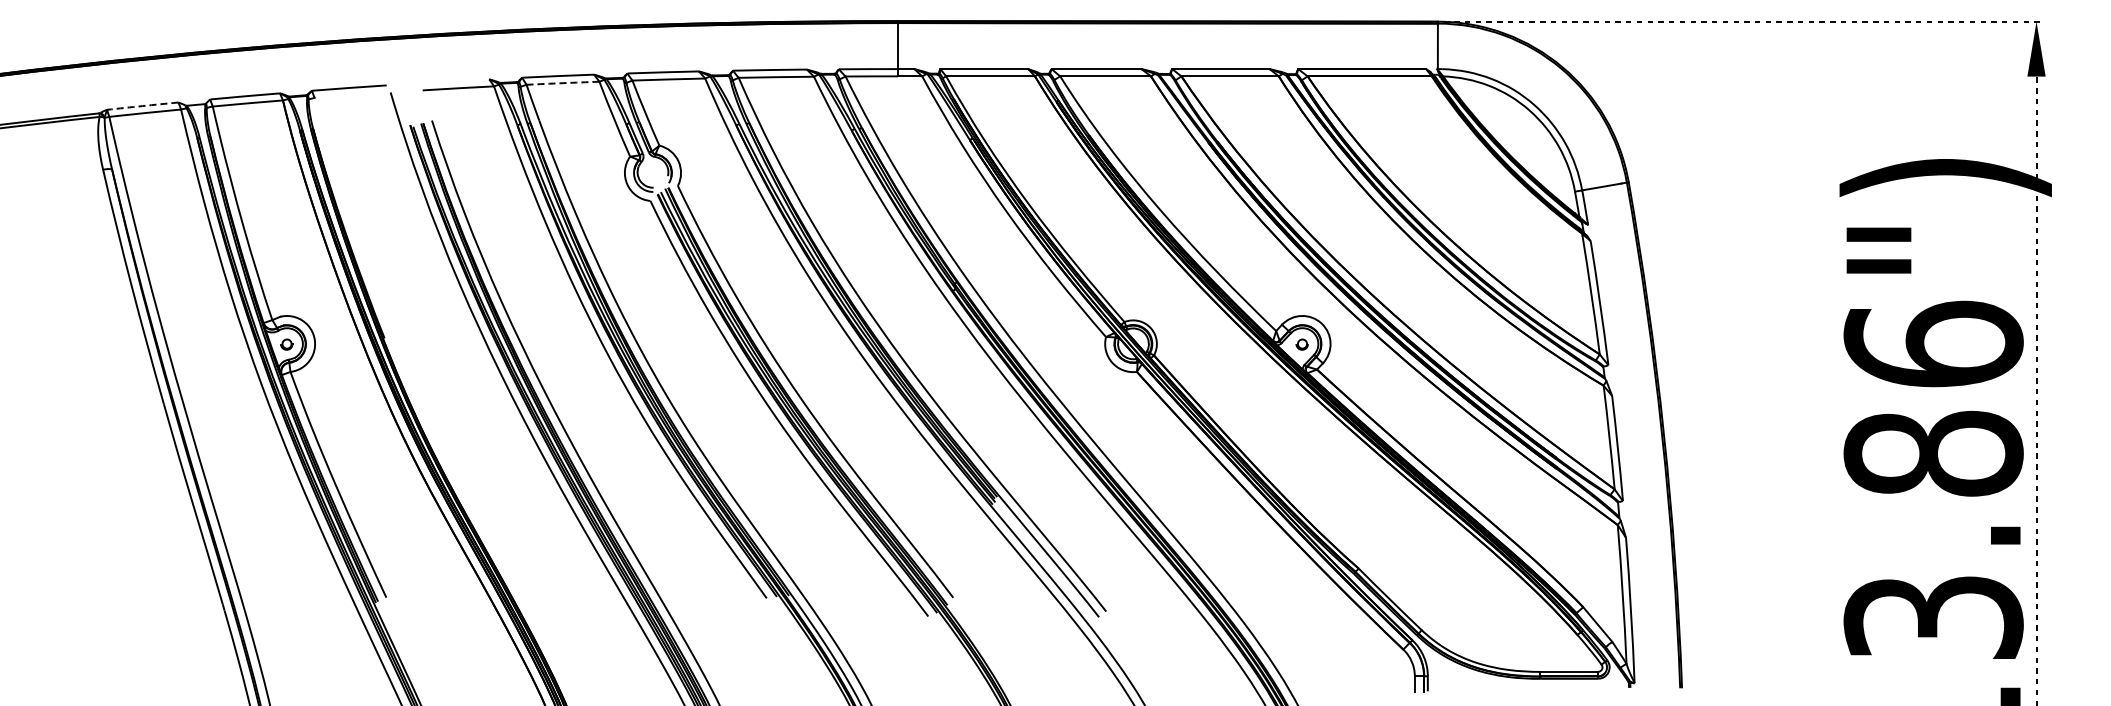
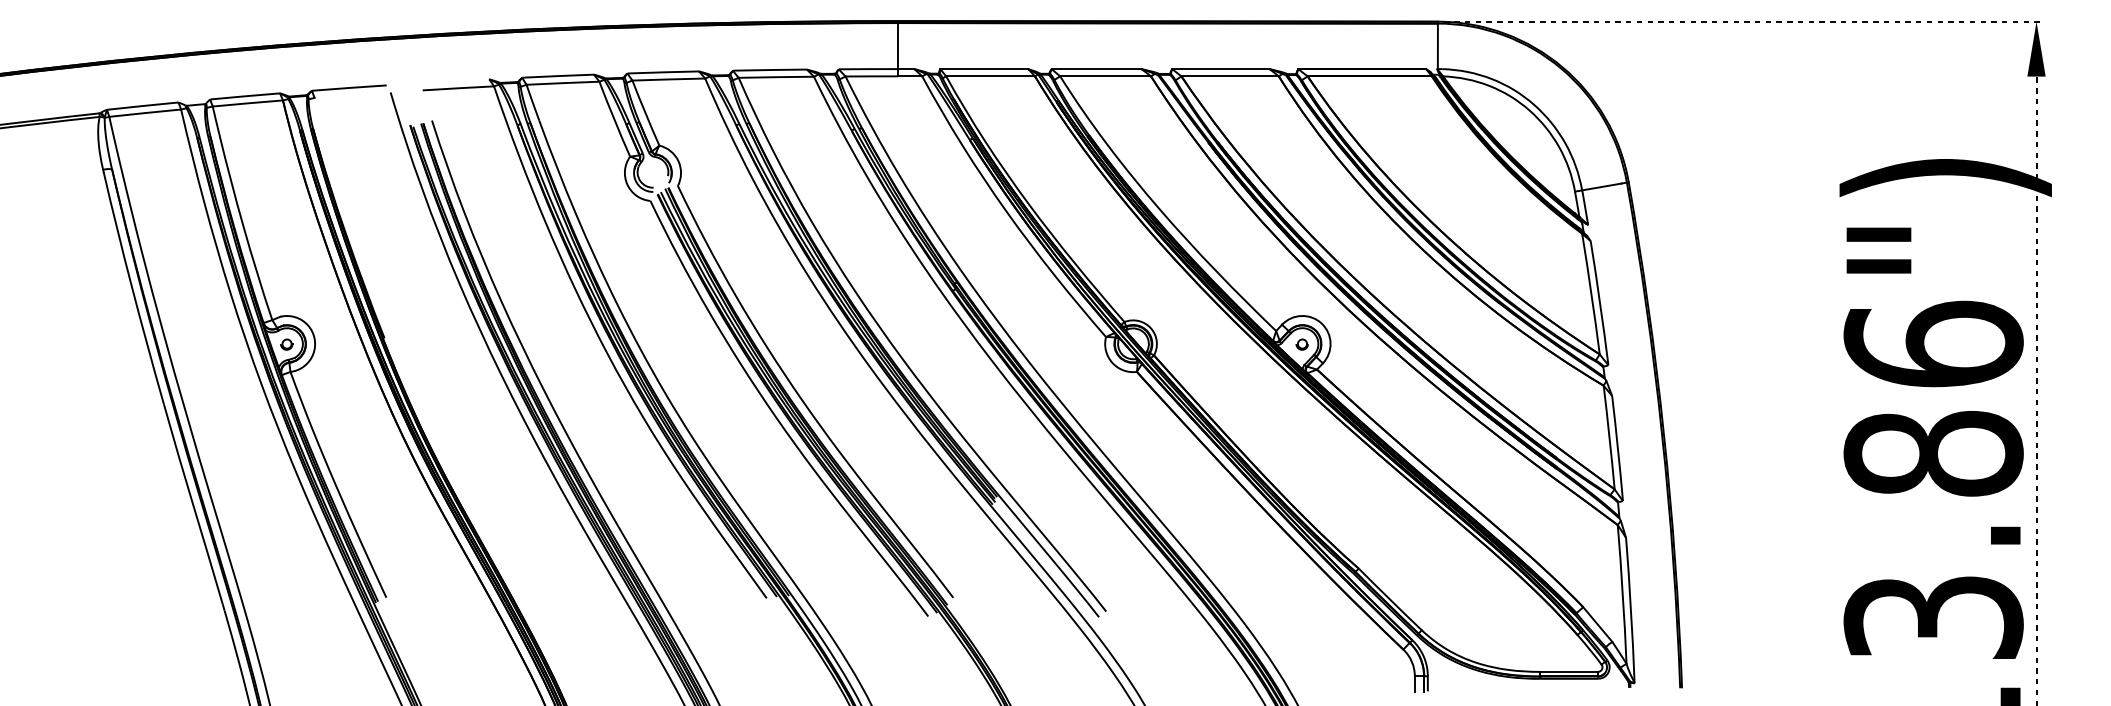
arc at (562, 83): dashed -> solid
arc at (142, 106): dashed -> solid
